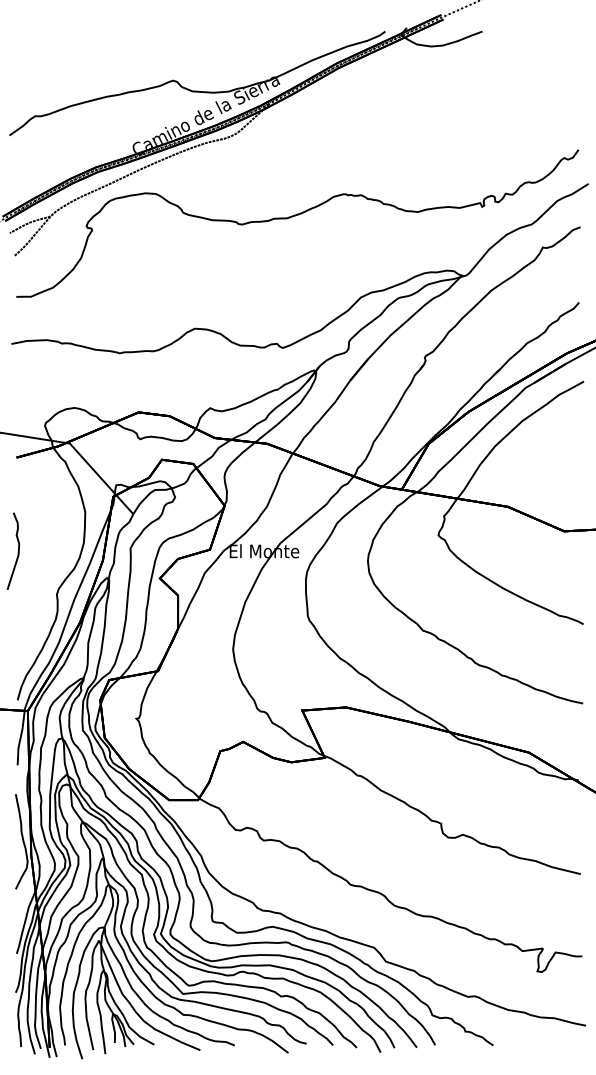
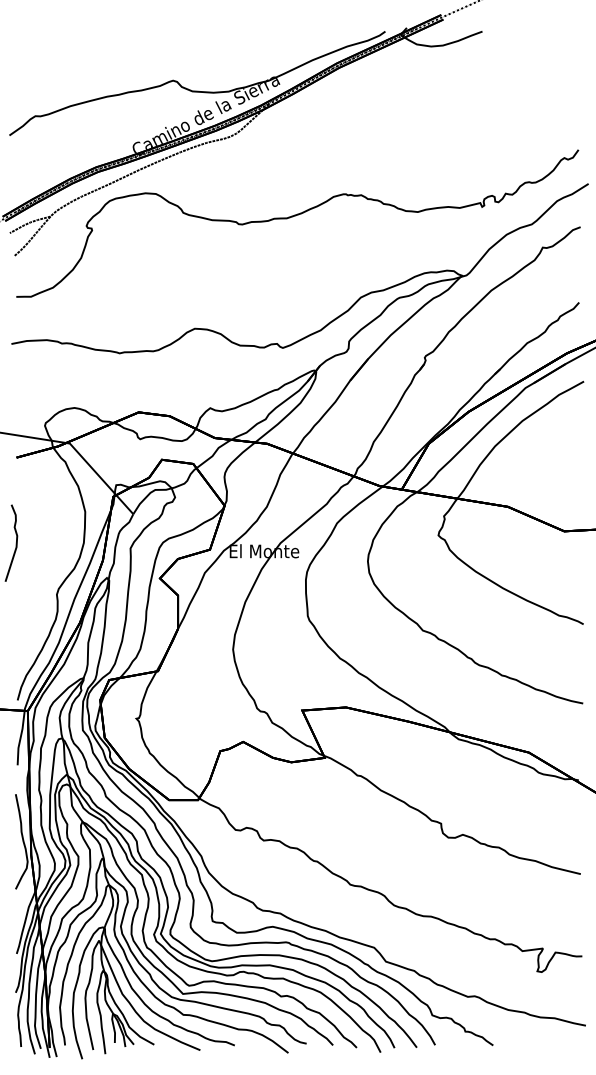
curve at (17, 551) position: (17, 551) -> (15, 543)
